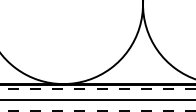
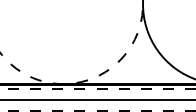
arc at (91, 78): solid -> dashed
